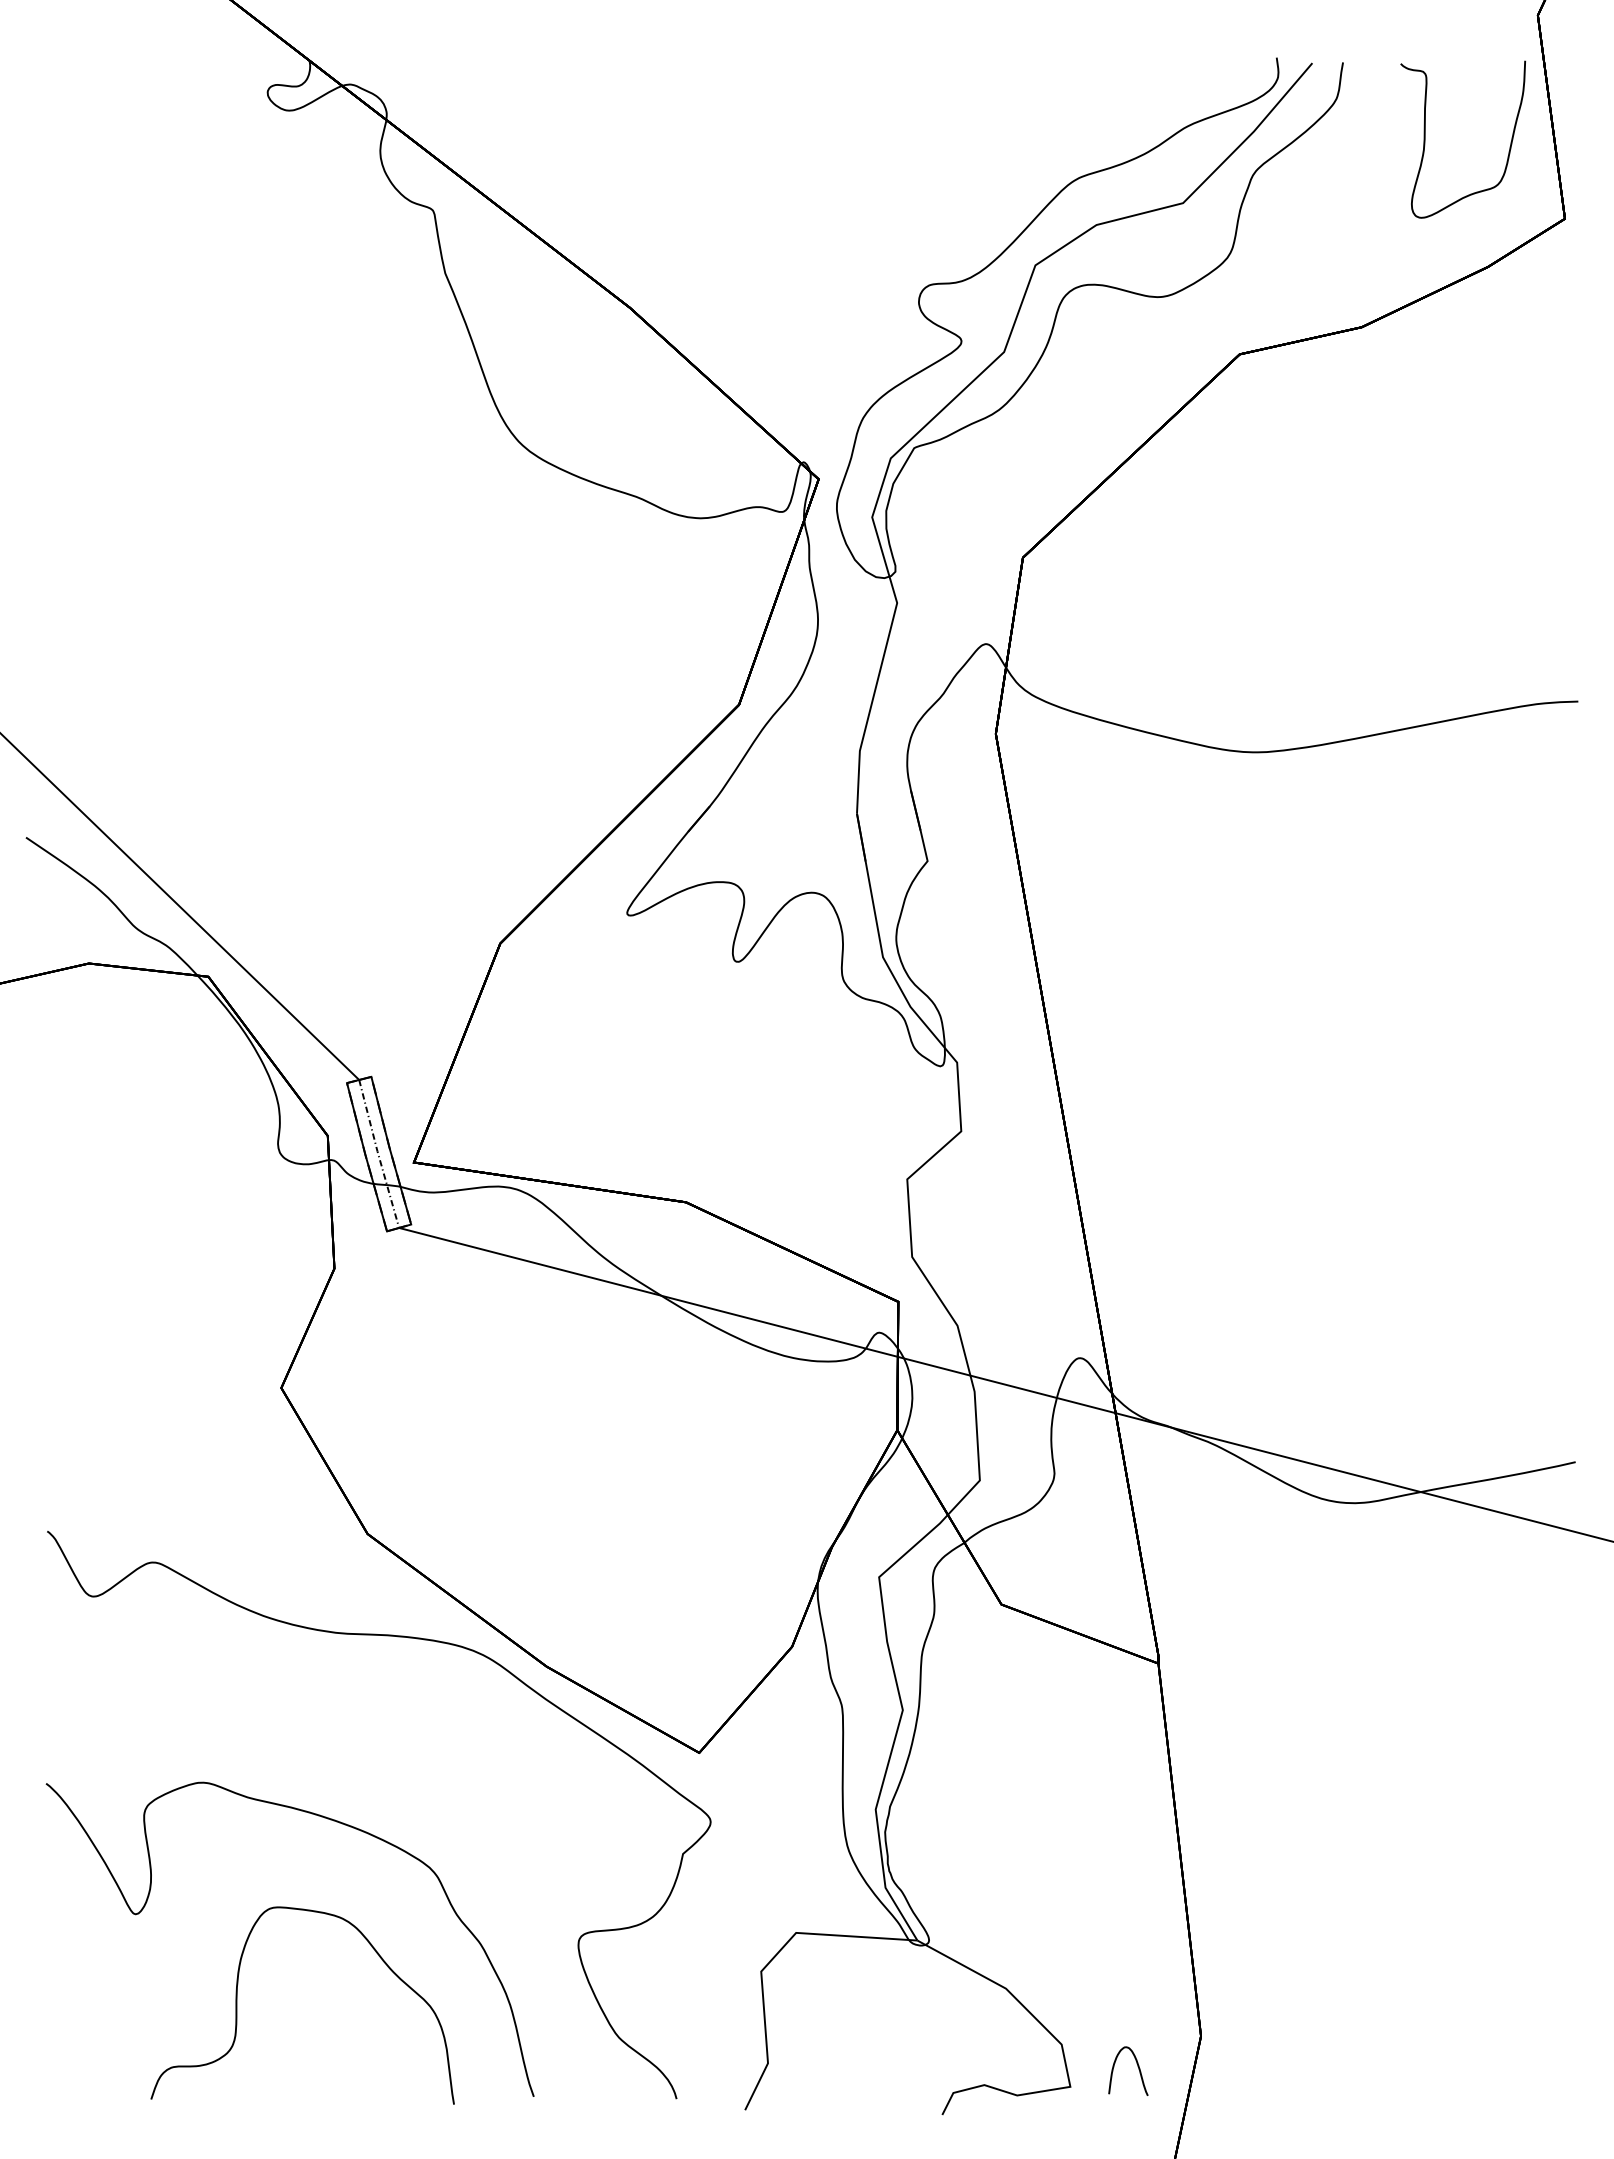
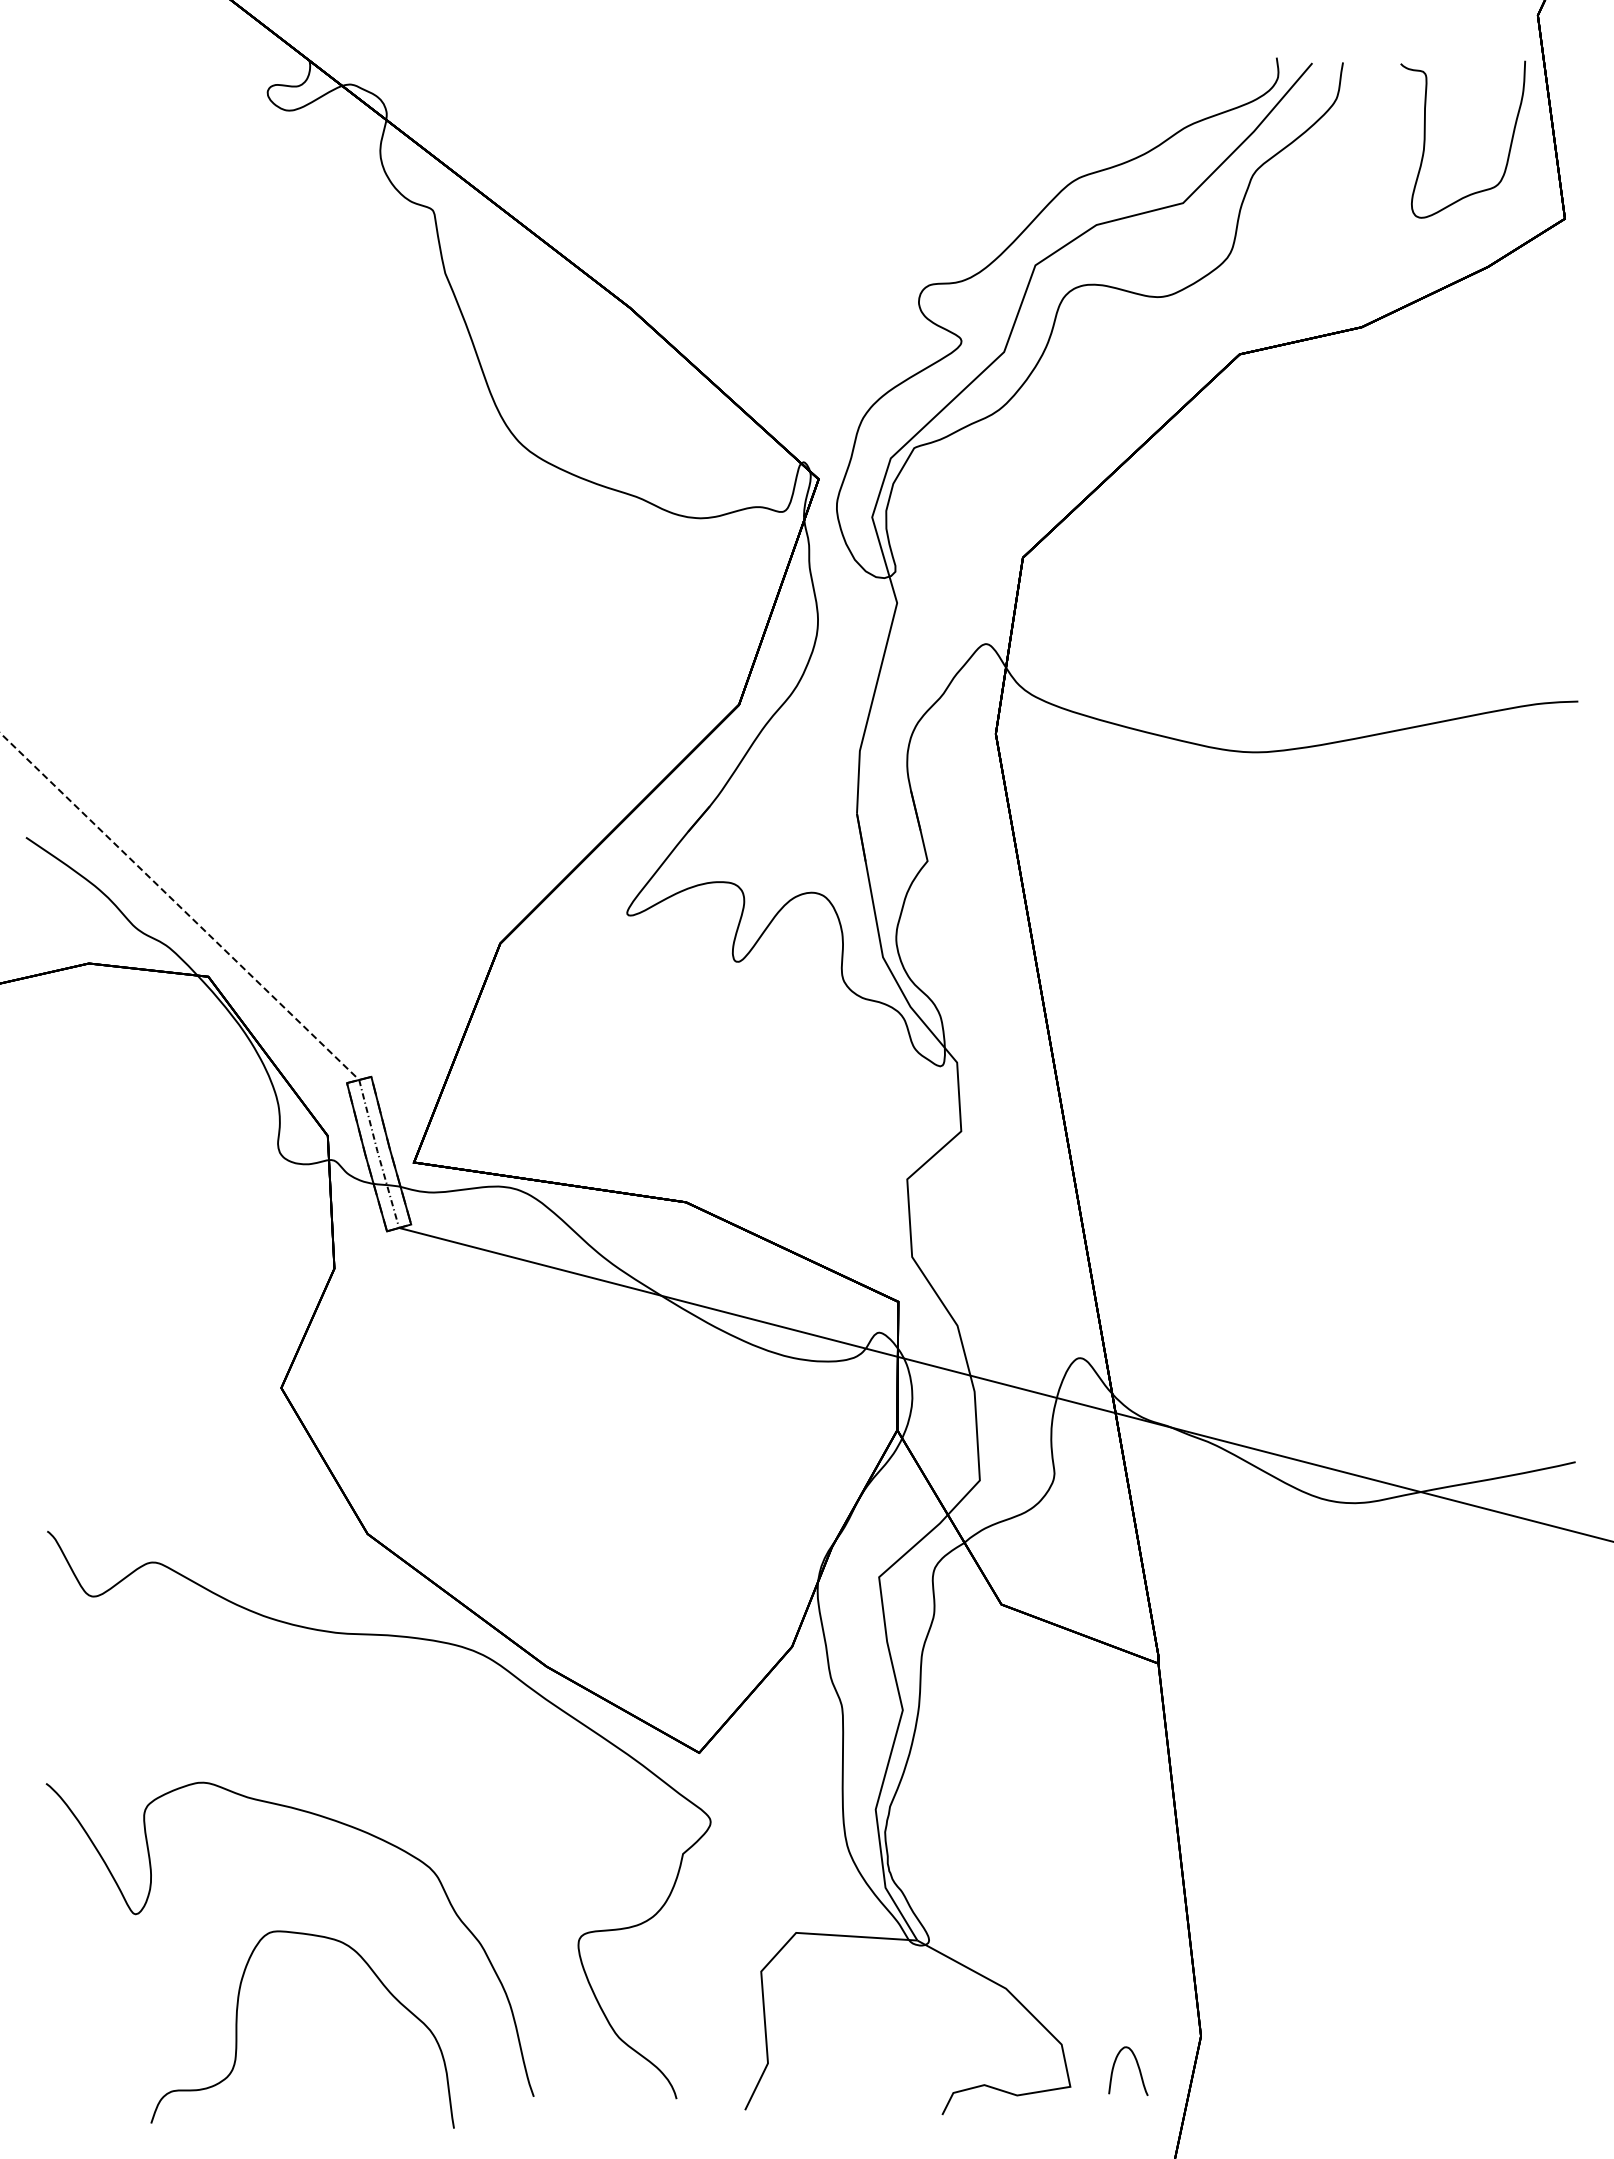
line at (180, 907): solid -> dashed
part at (237, 2005) position: (237, 2005) -> (237, 2029)
